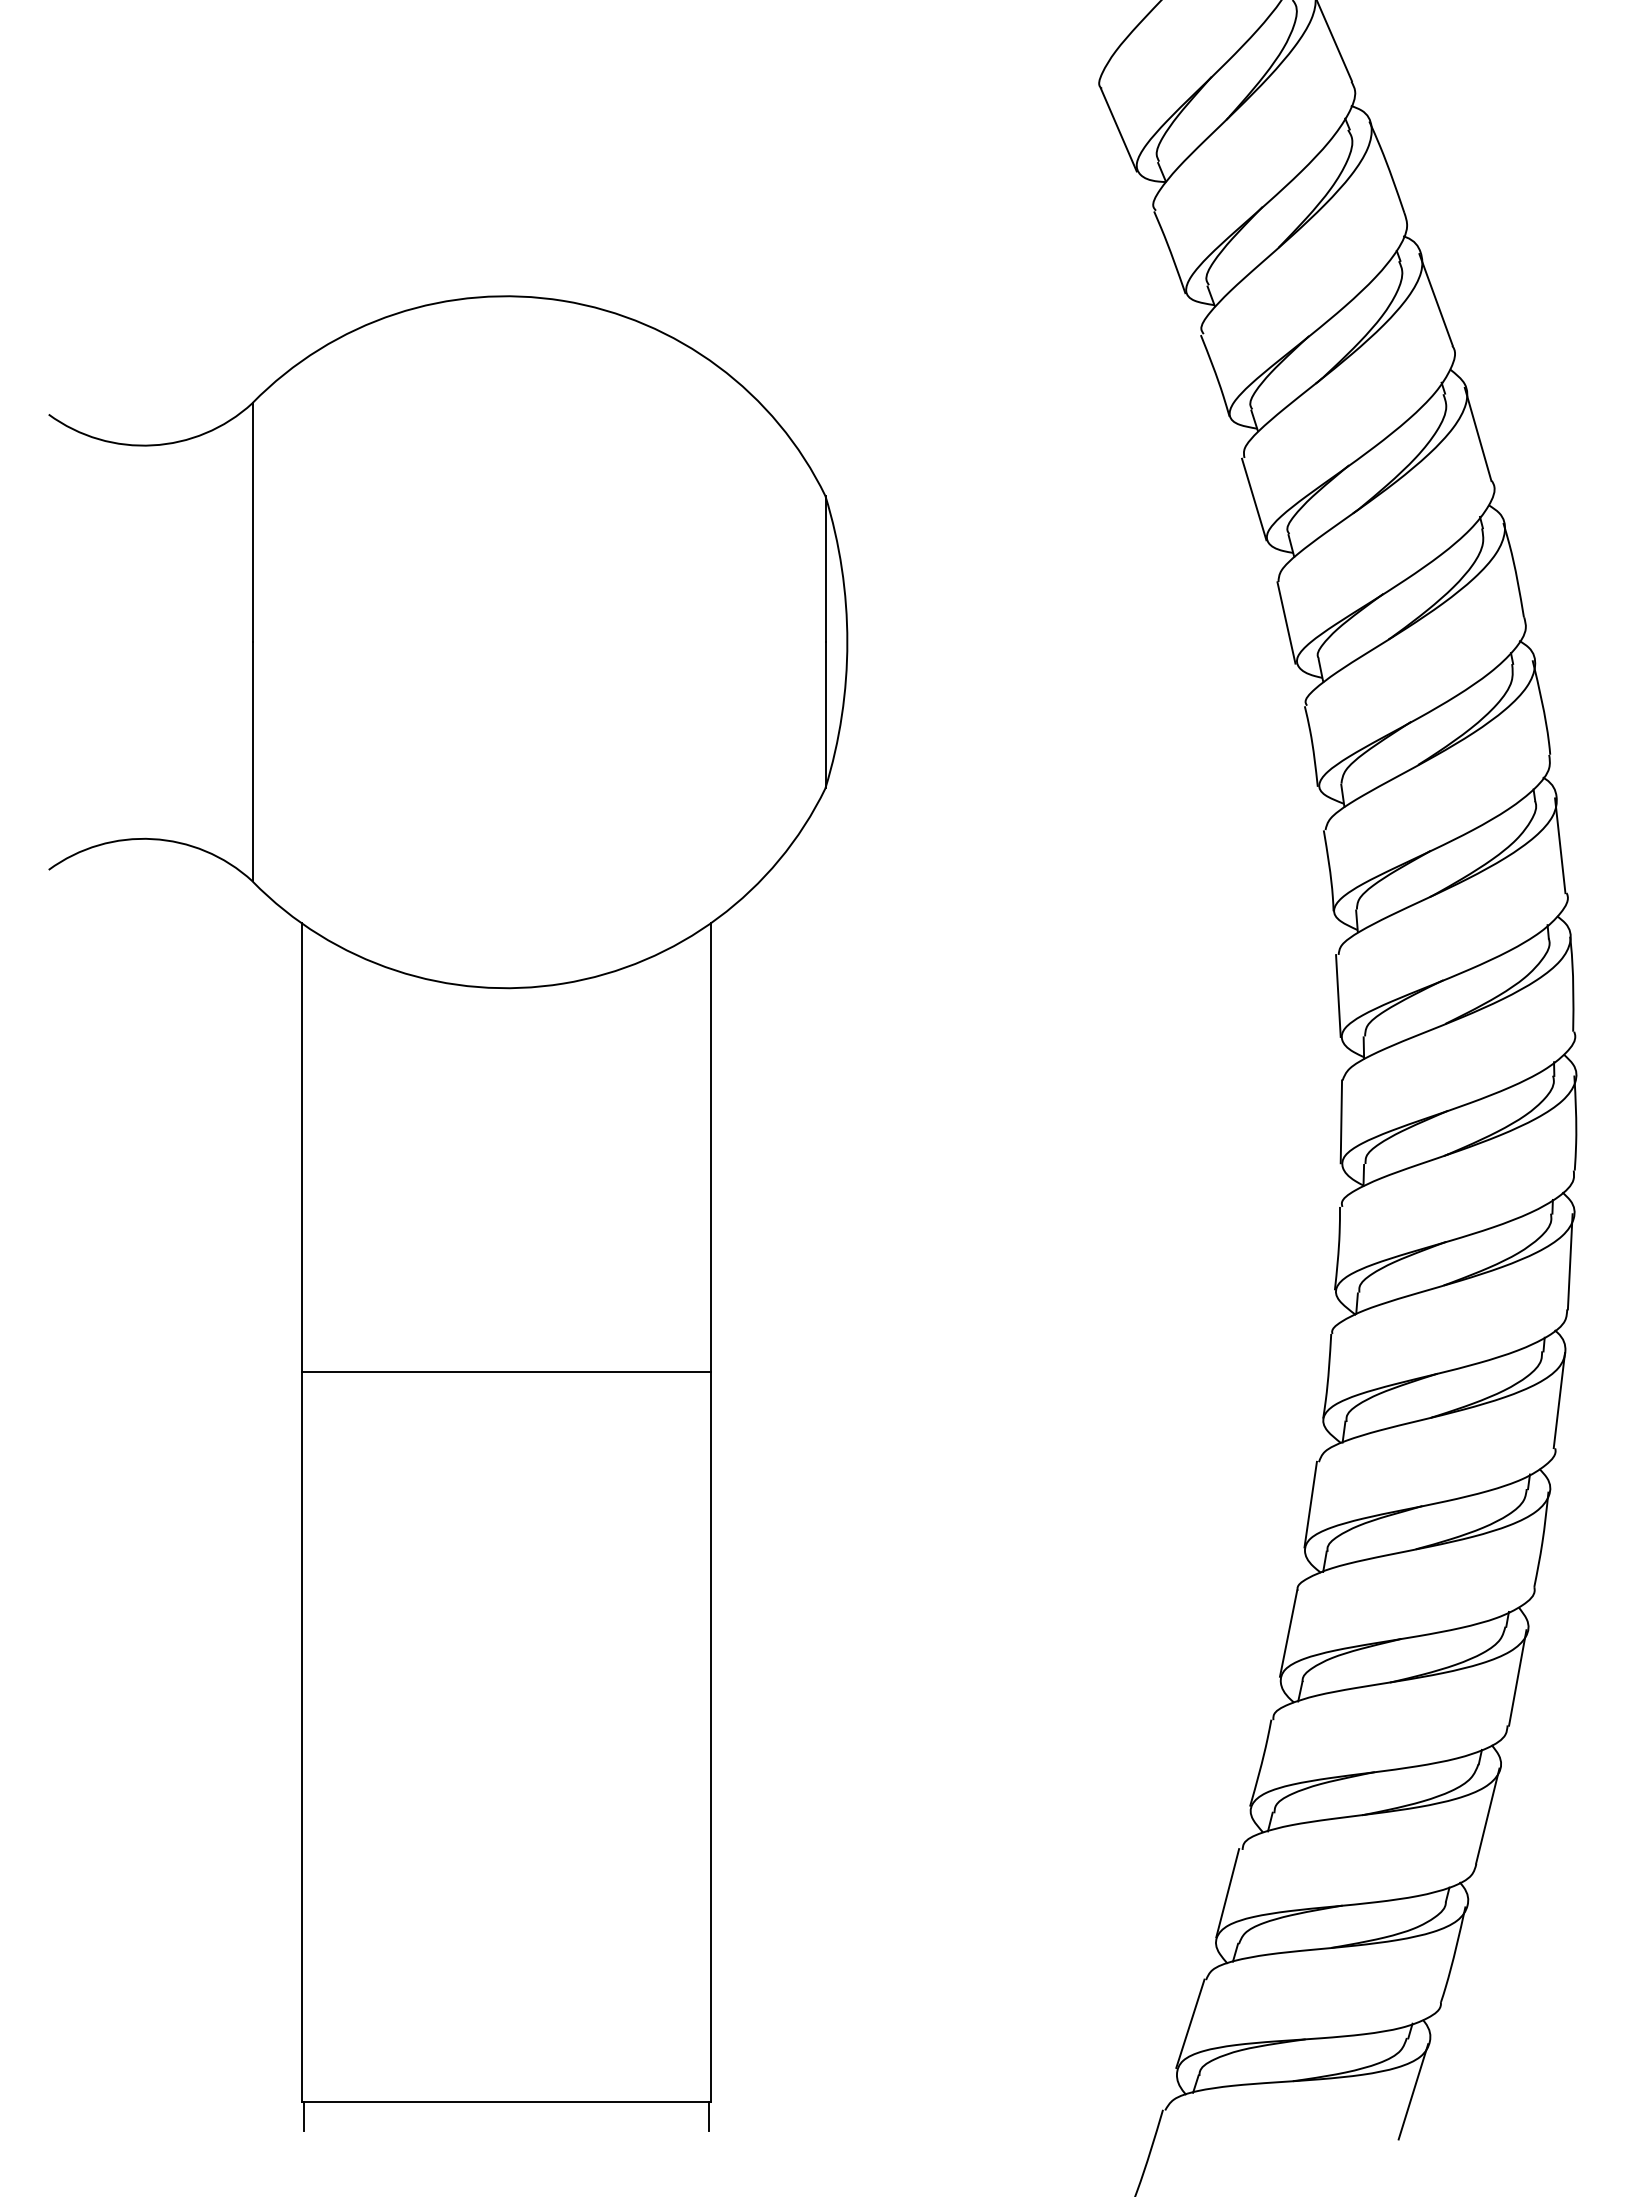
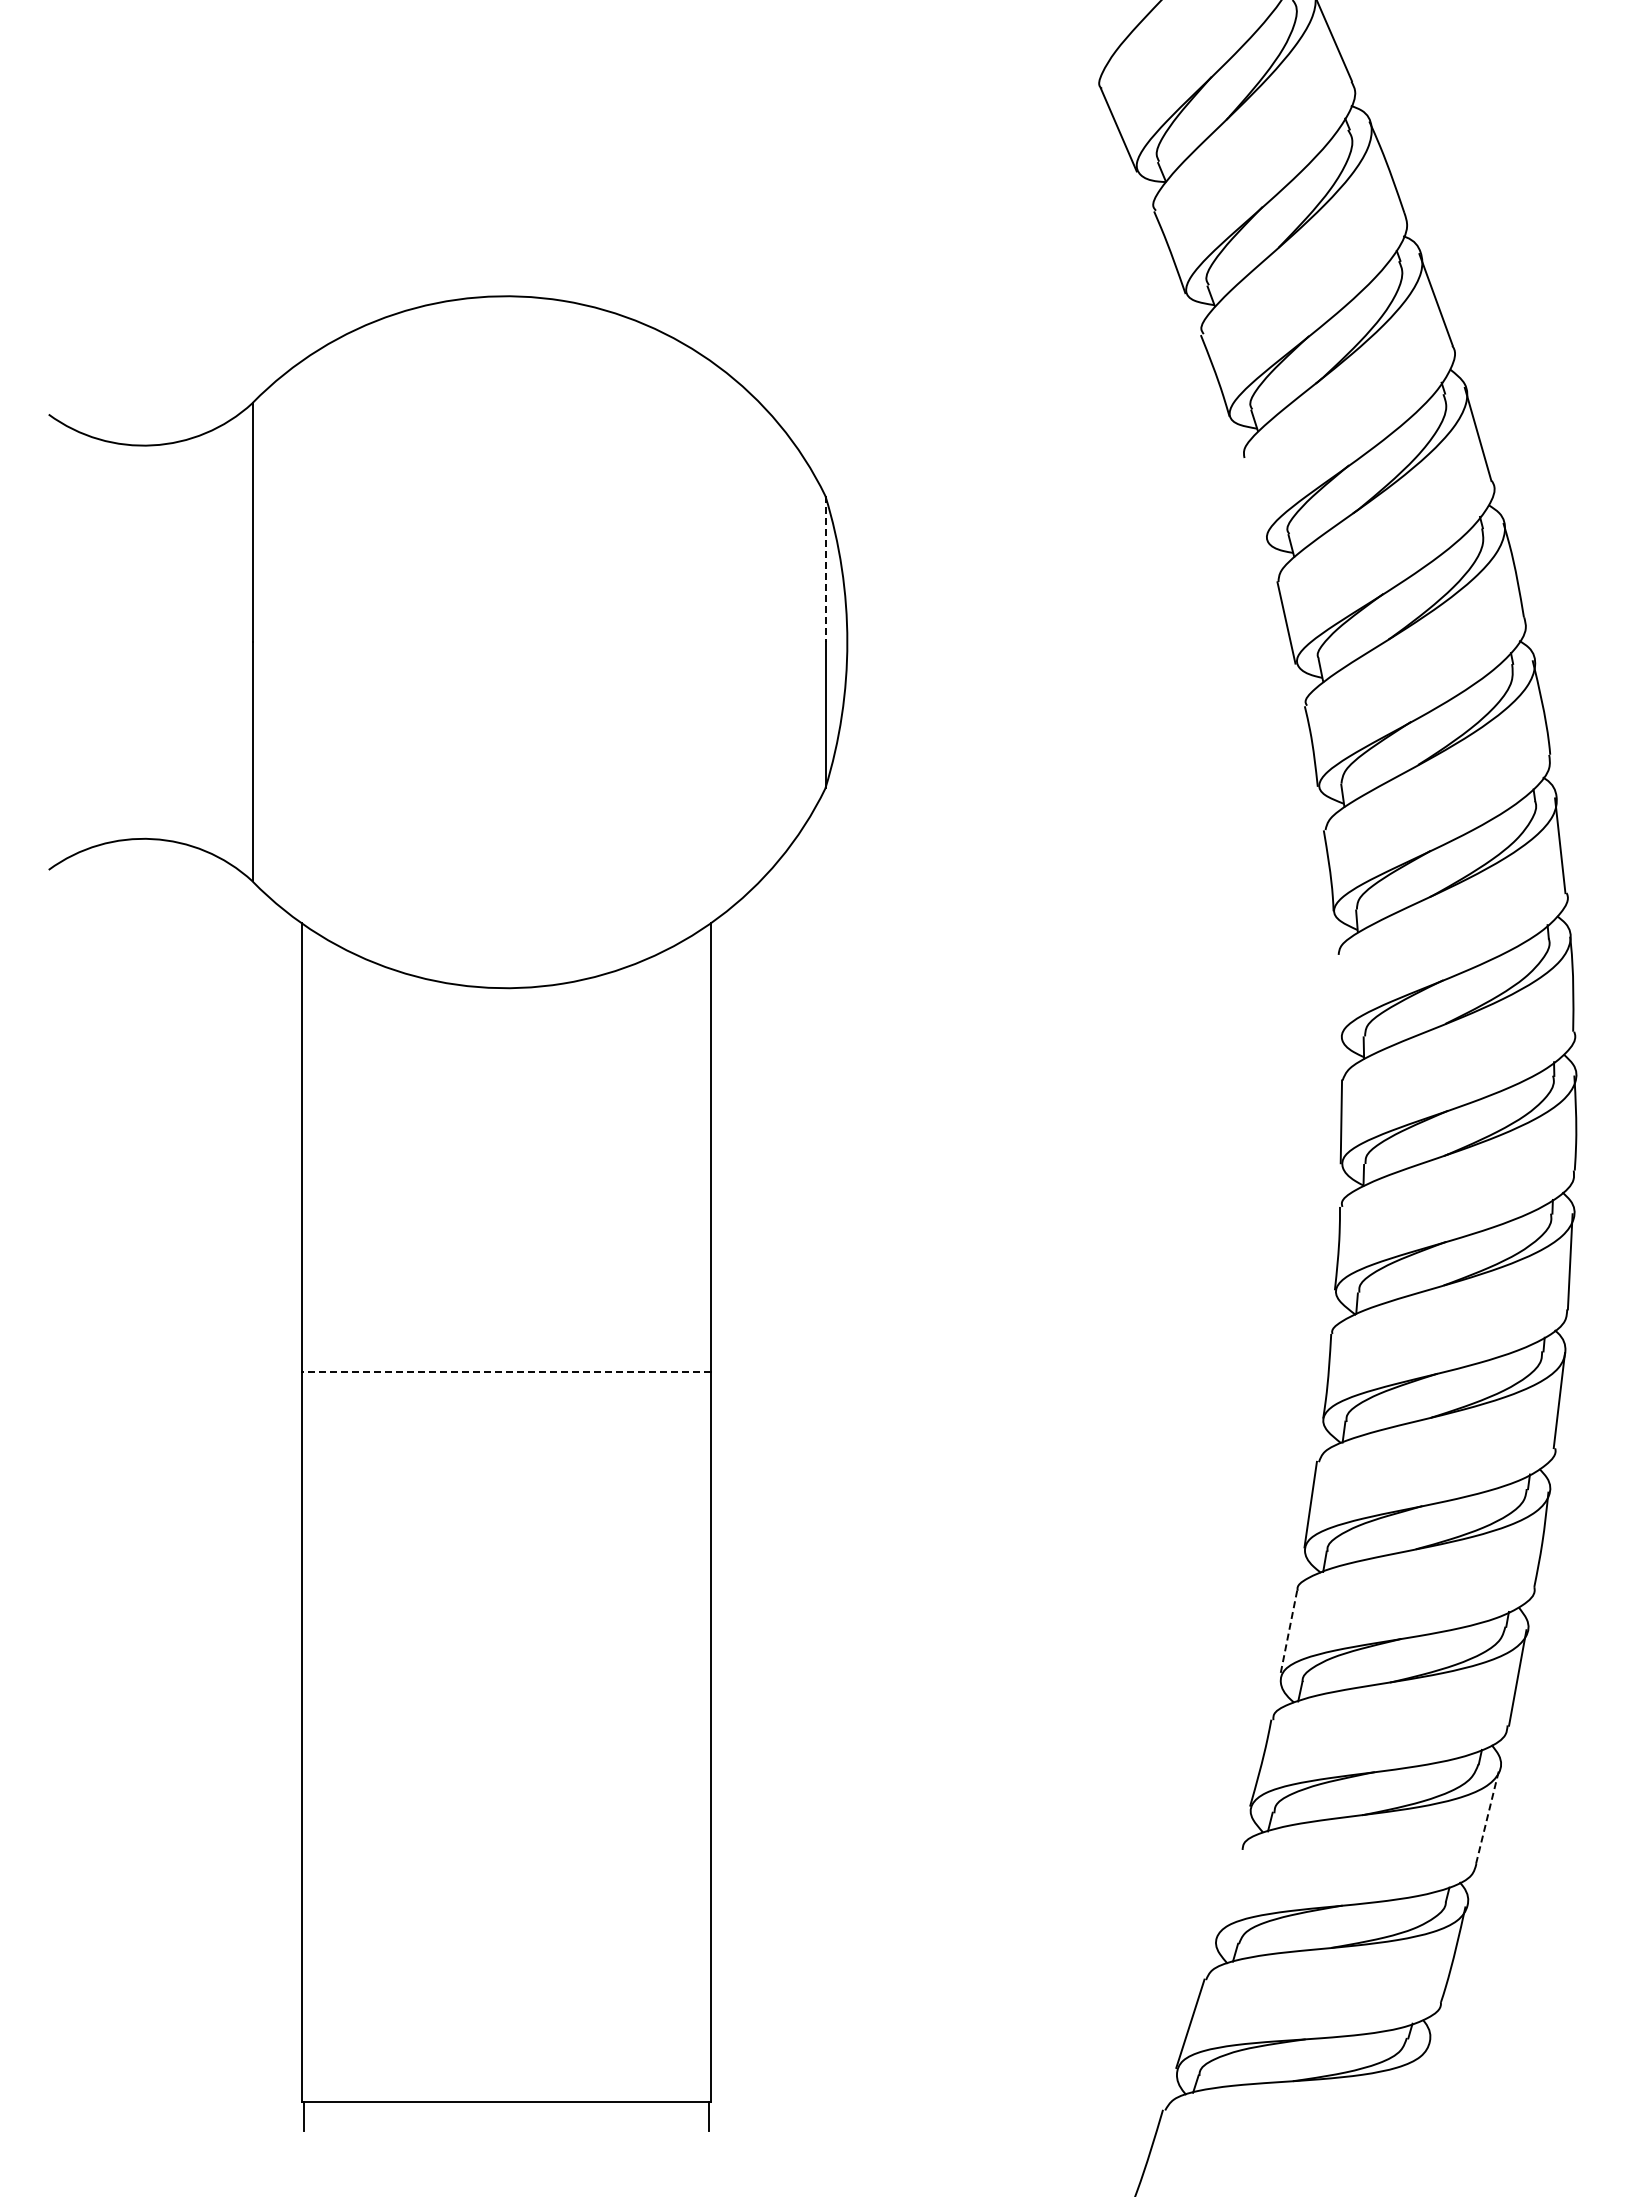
line at (1254, 499): present -> none
line at (825, 569): solid -> dashed
line at (1338, 995): present -> none
line at (505, 1372): solid -> dashed
line at (1288, 1633): solid -> dashed
line at (1487, 1815): solid -> dashed
line at (1227, 1893): present -> none
line at (1413, 2091): present -> none
